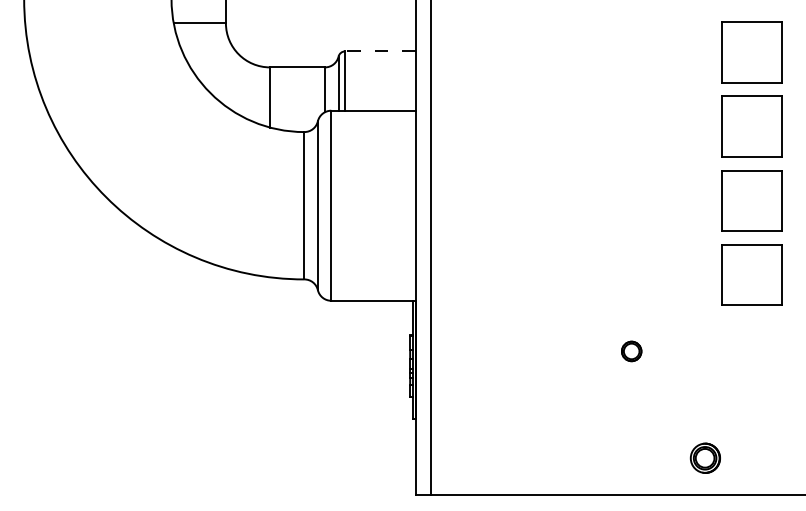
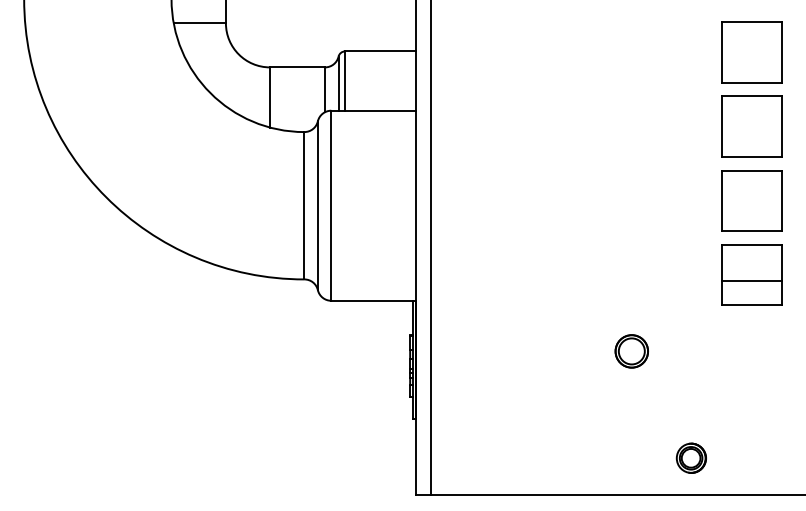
line at (380, 51): dashed -> solid
line at (751, 280): none -> present
part at (631, 351) size: 22x23 px -> 35x35 px
part at (704, 457) position: (704, 457) -> (690, 457)
